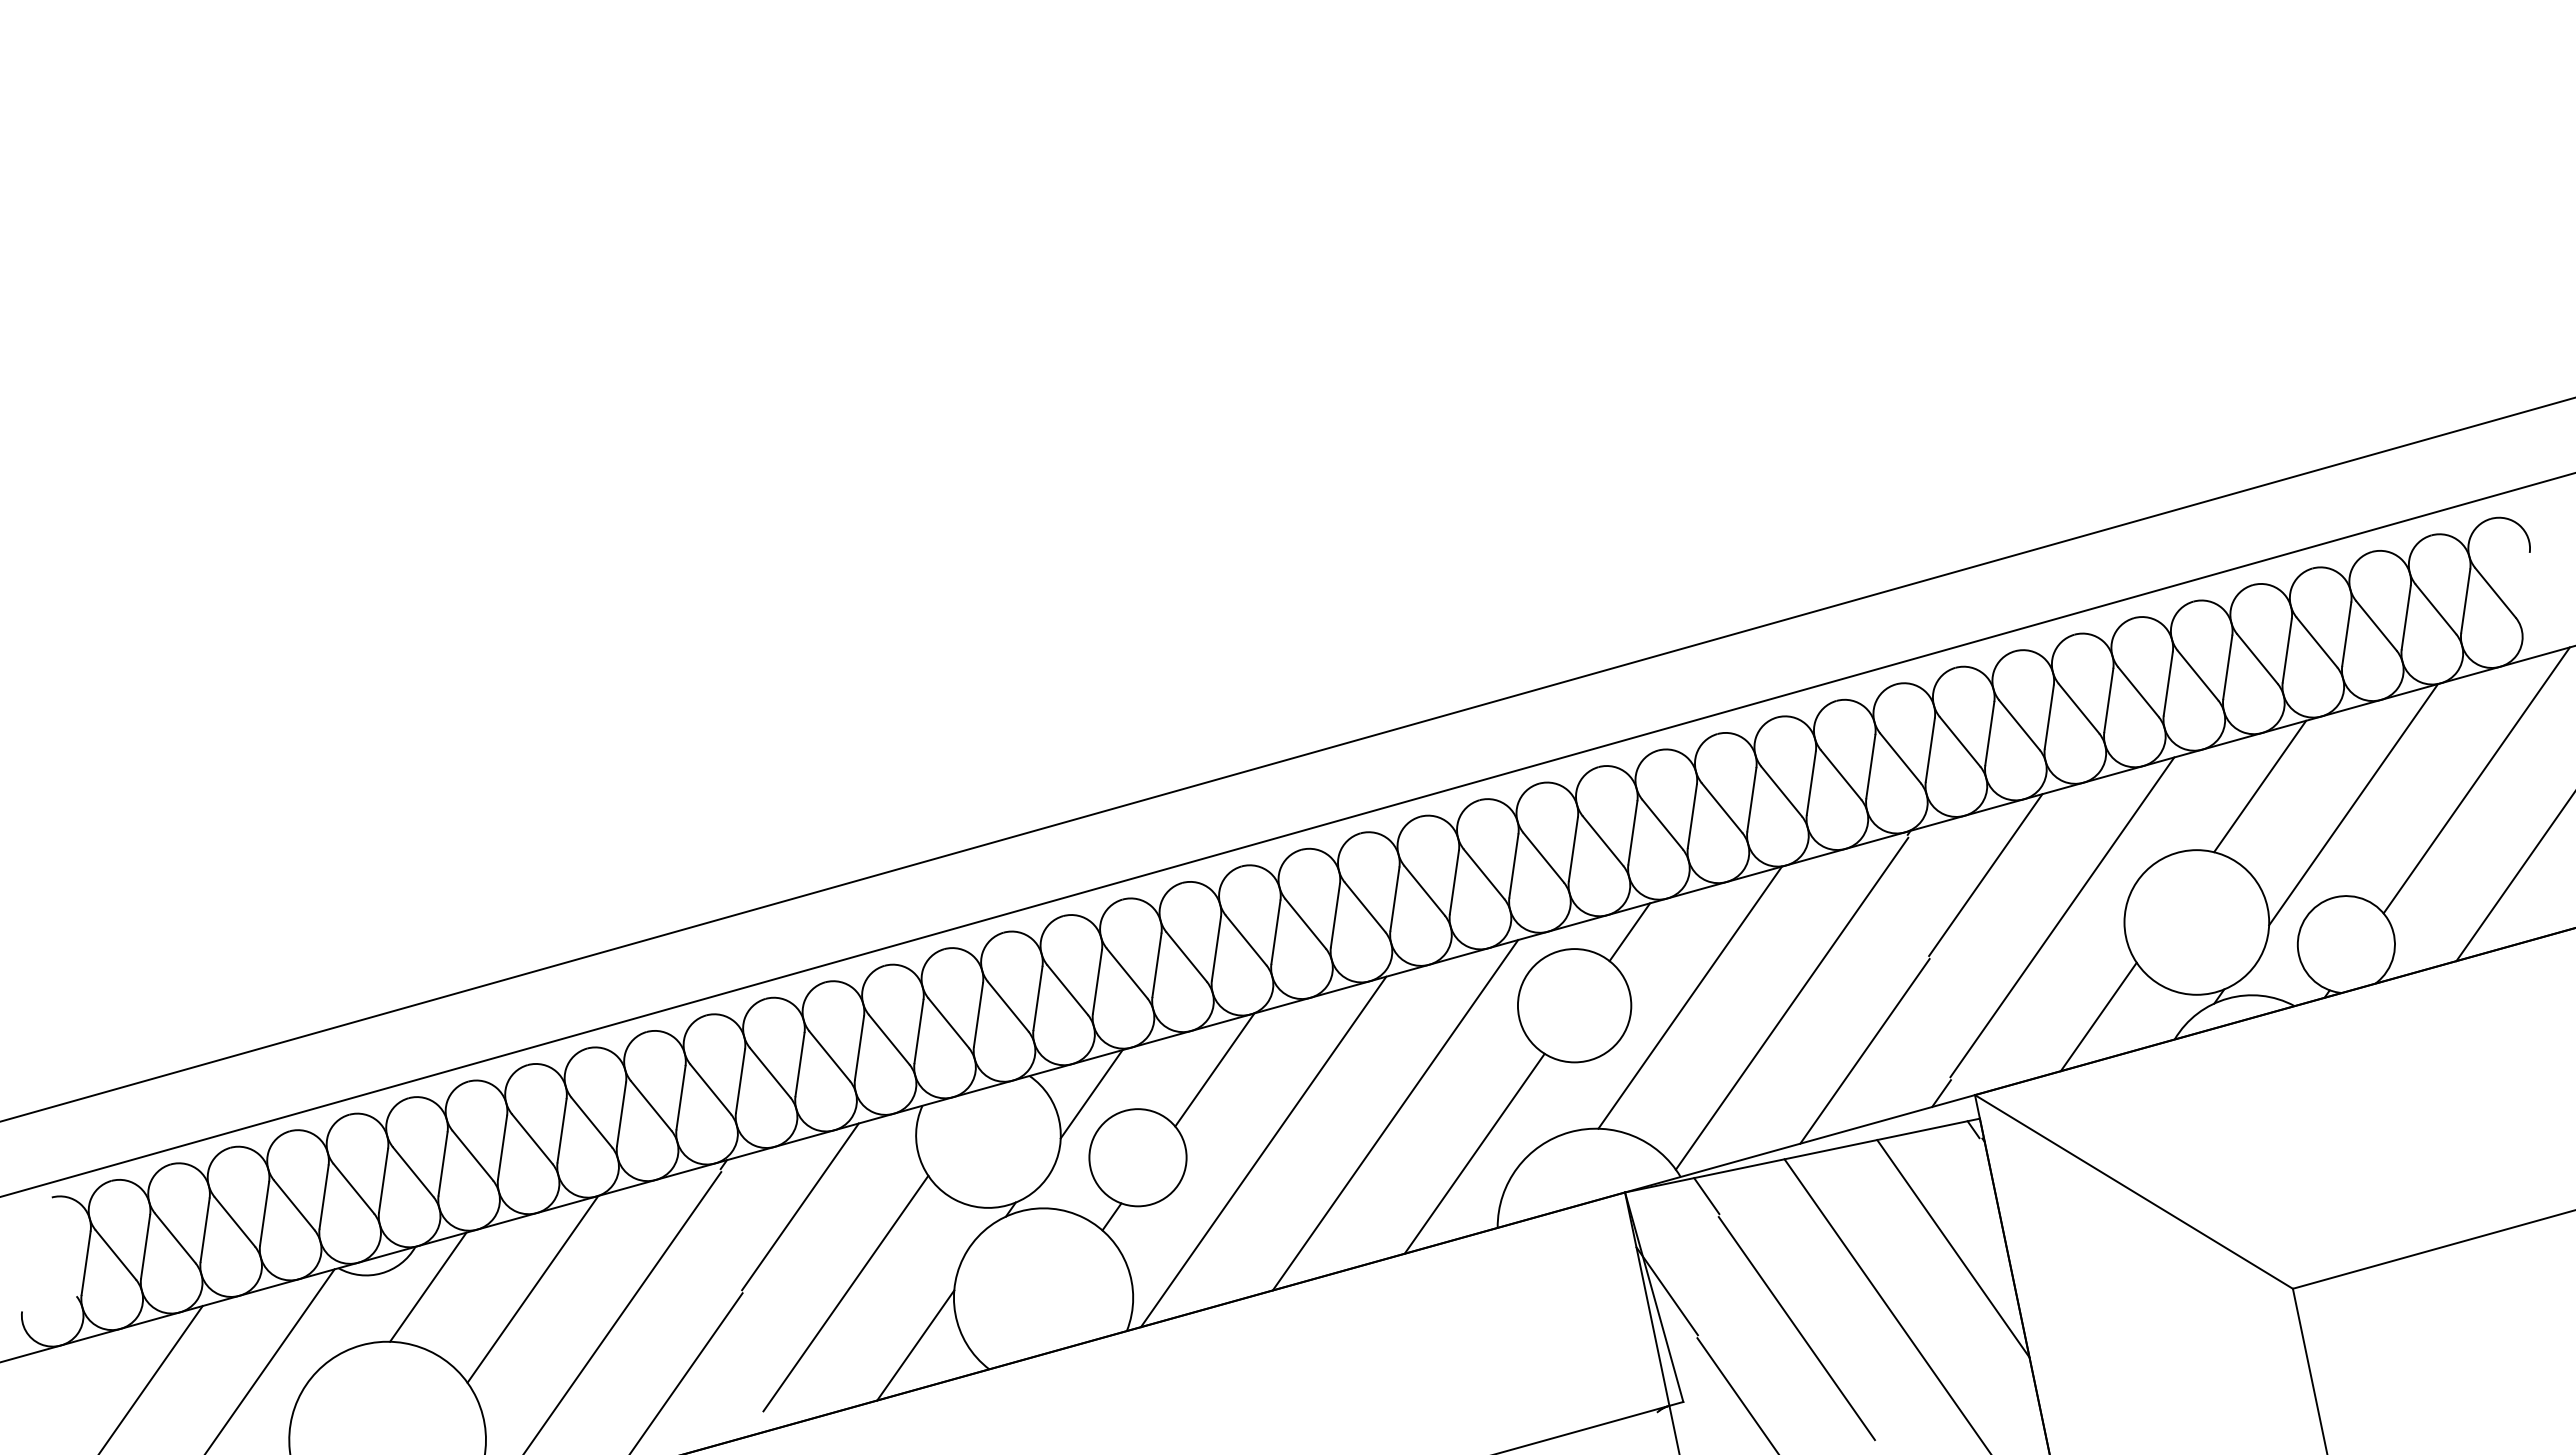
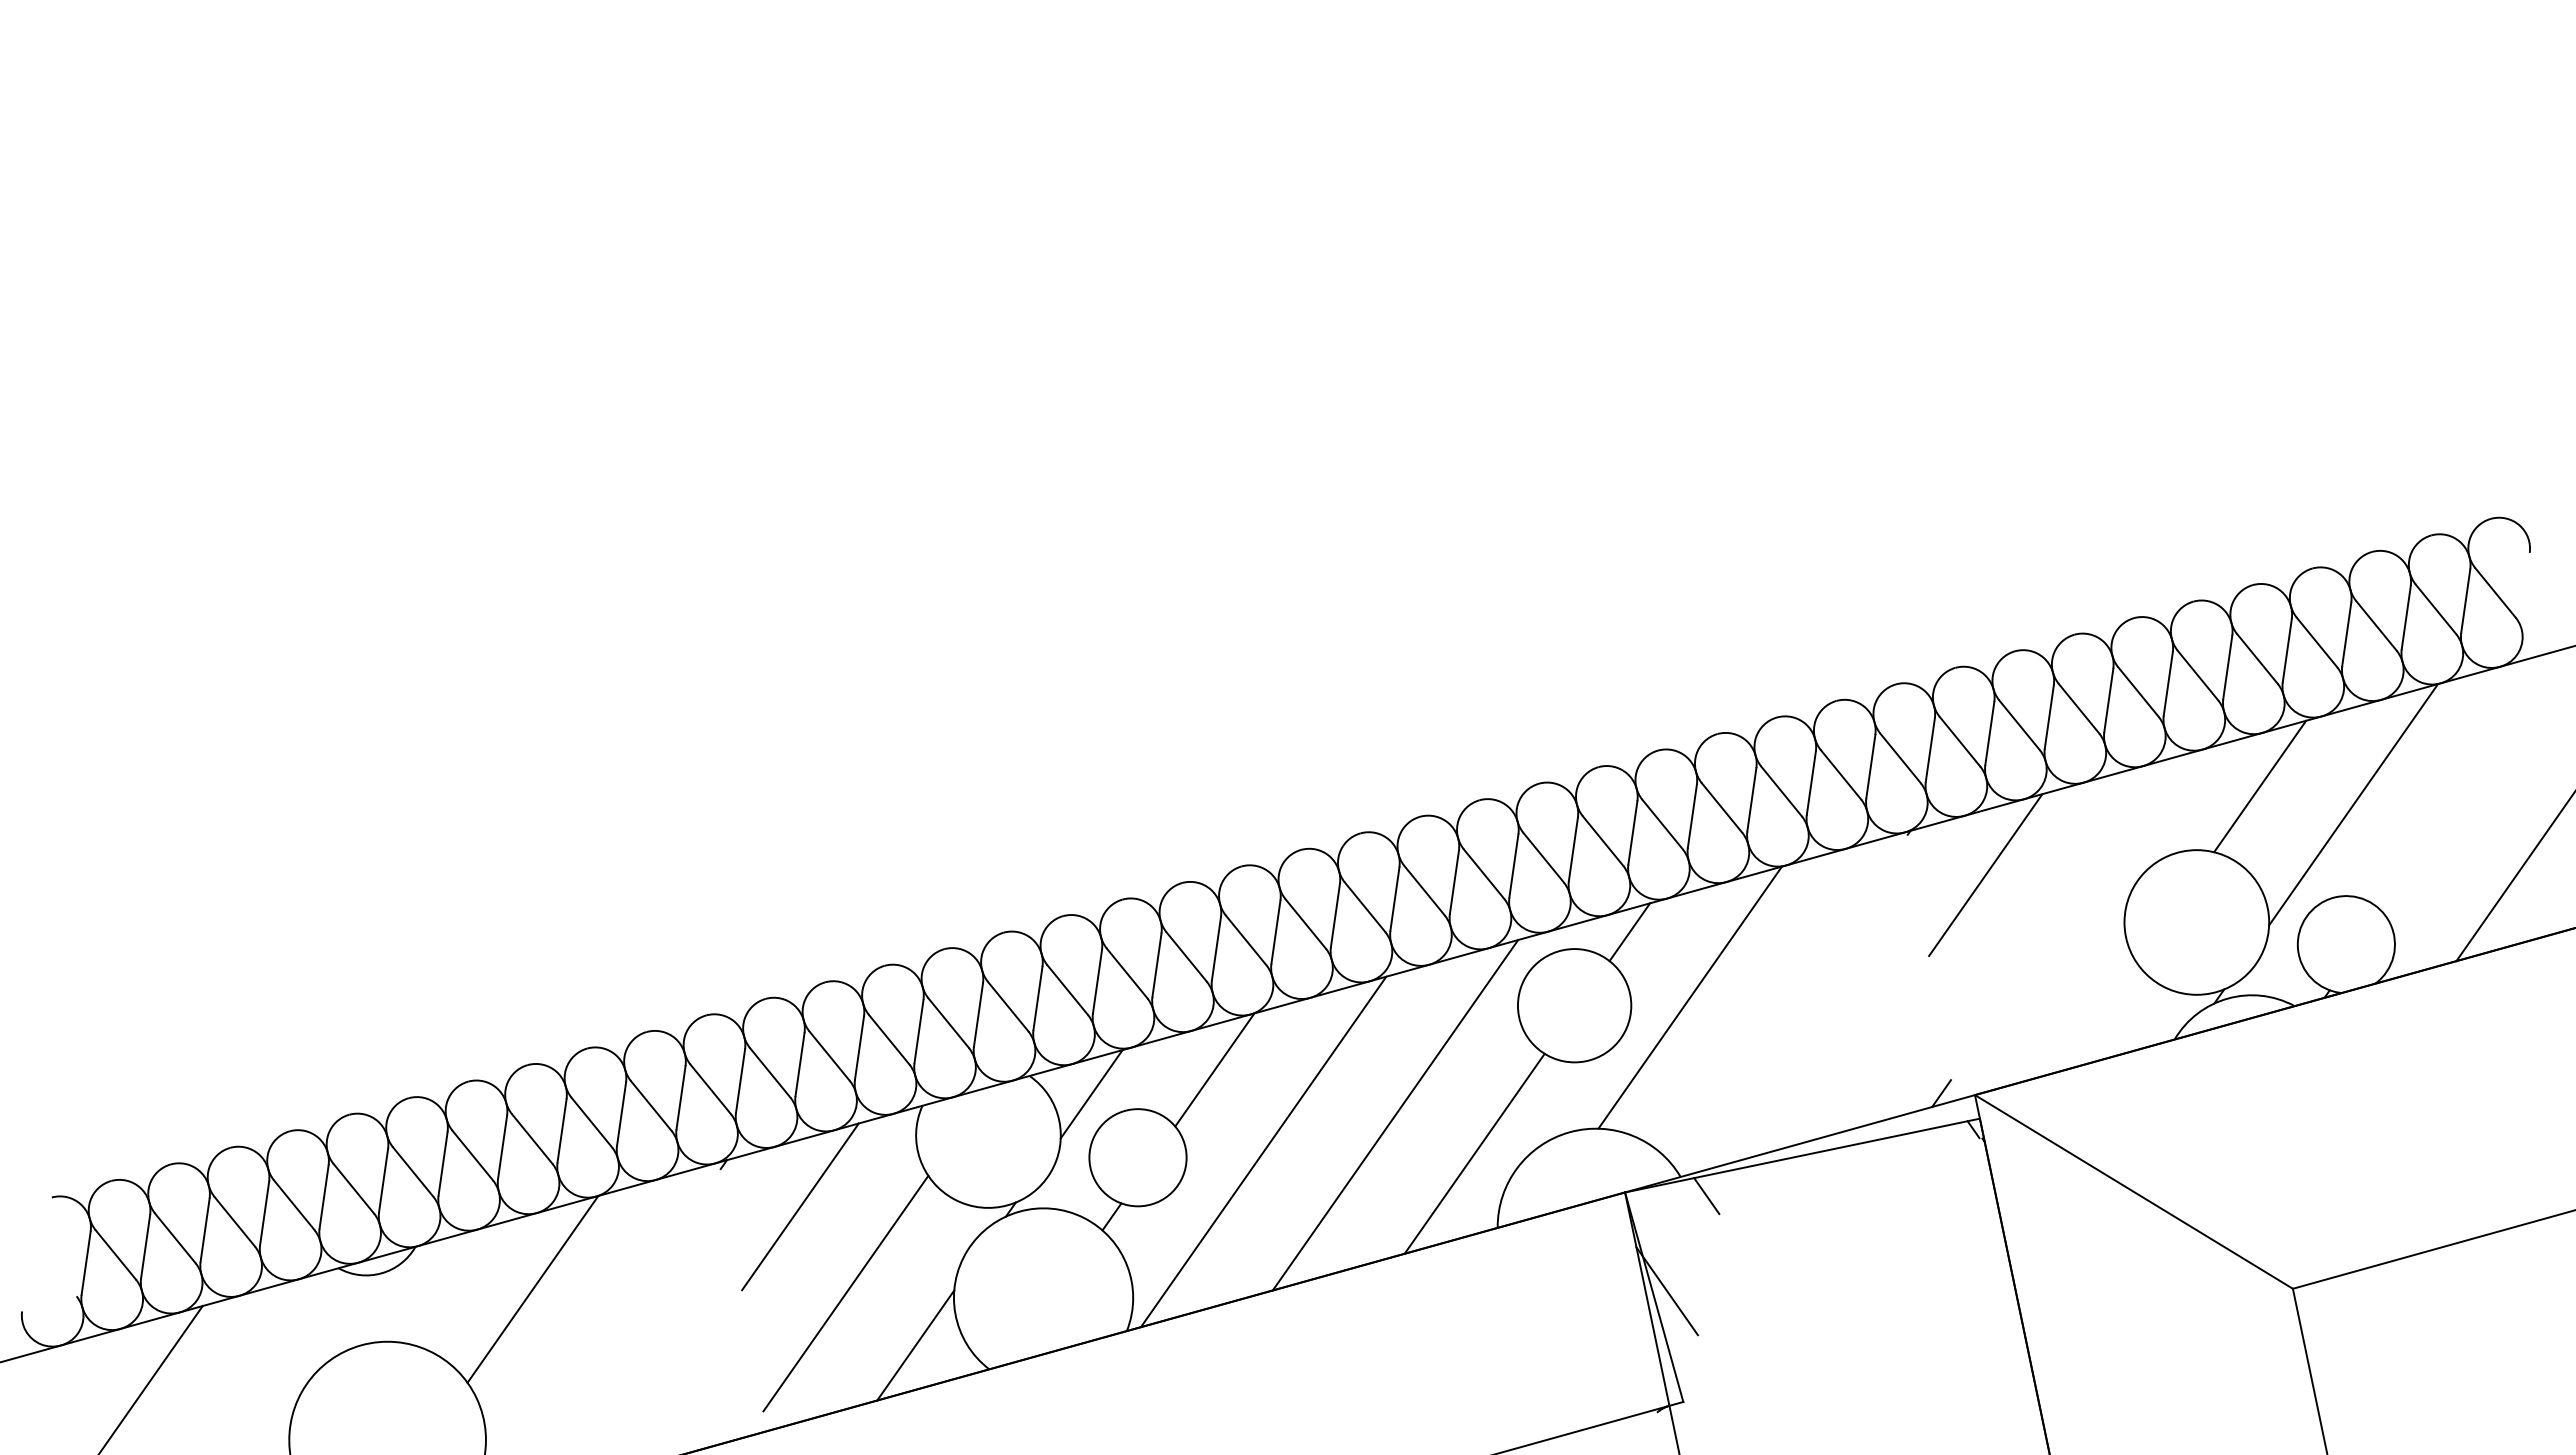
line at (1287, 759): present -> none
line at (2476, 780): present -> none
line at (1287, 834): present -> none
line at (2062, 917): present -> none
line at (1791, 1003): present -> none
line at (2098, 1016): present -> none
line at (1864, 1051): present -> none
line at (1953, 1248): present -> none
line at (428, 1286): present -> none
line at (1886, 1305): present -> none
line at (623, 1311): present -> none
line at (1796, 1328): present -> none
line at (270, 1360): present -> none
line at (686, 1372): present -> none
line at (1736, 1394): present -> none
